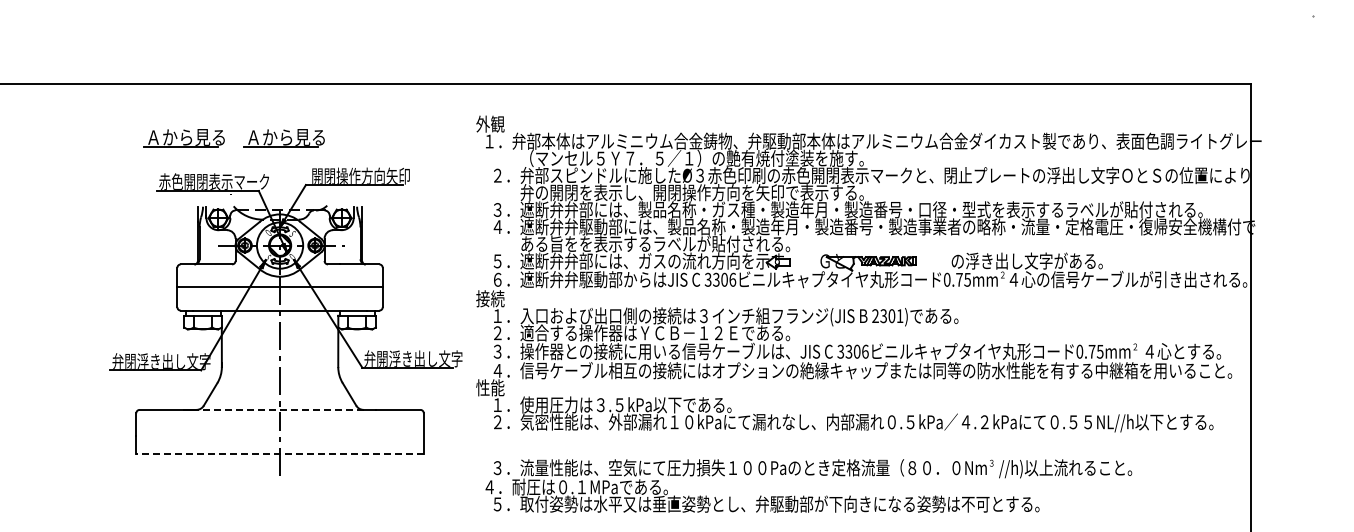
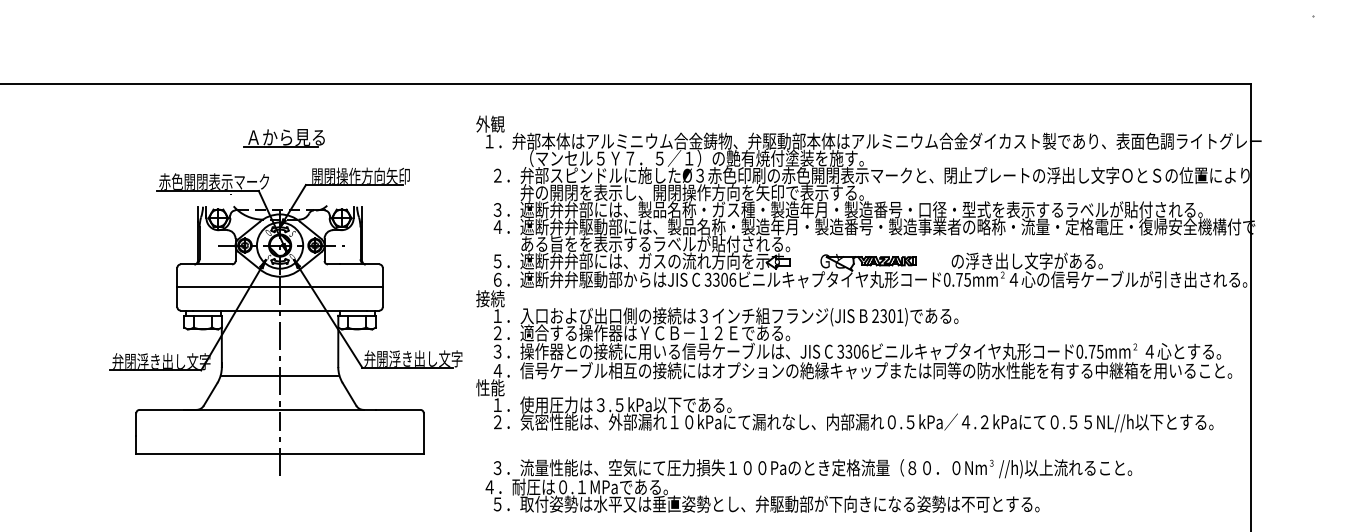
part at (183, 138): present -> none
line at (279, 375): none -> present
line at (280, 409): dashed -> solid
line at (280, 454): dashed -> solid
